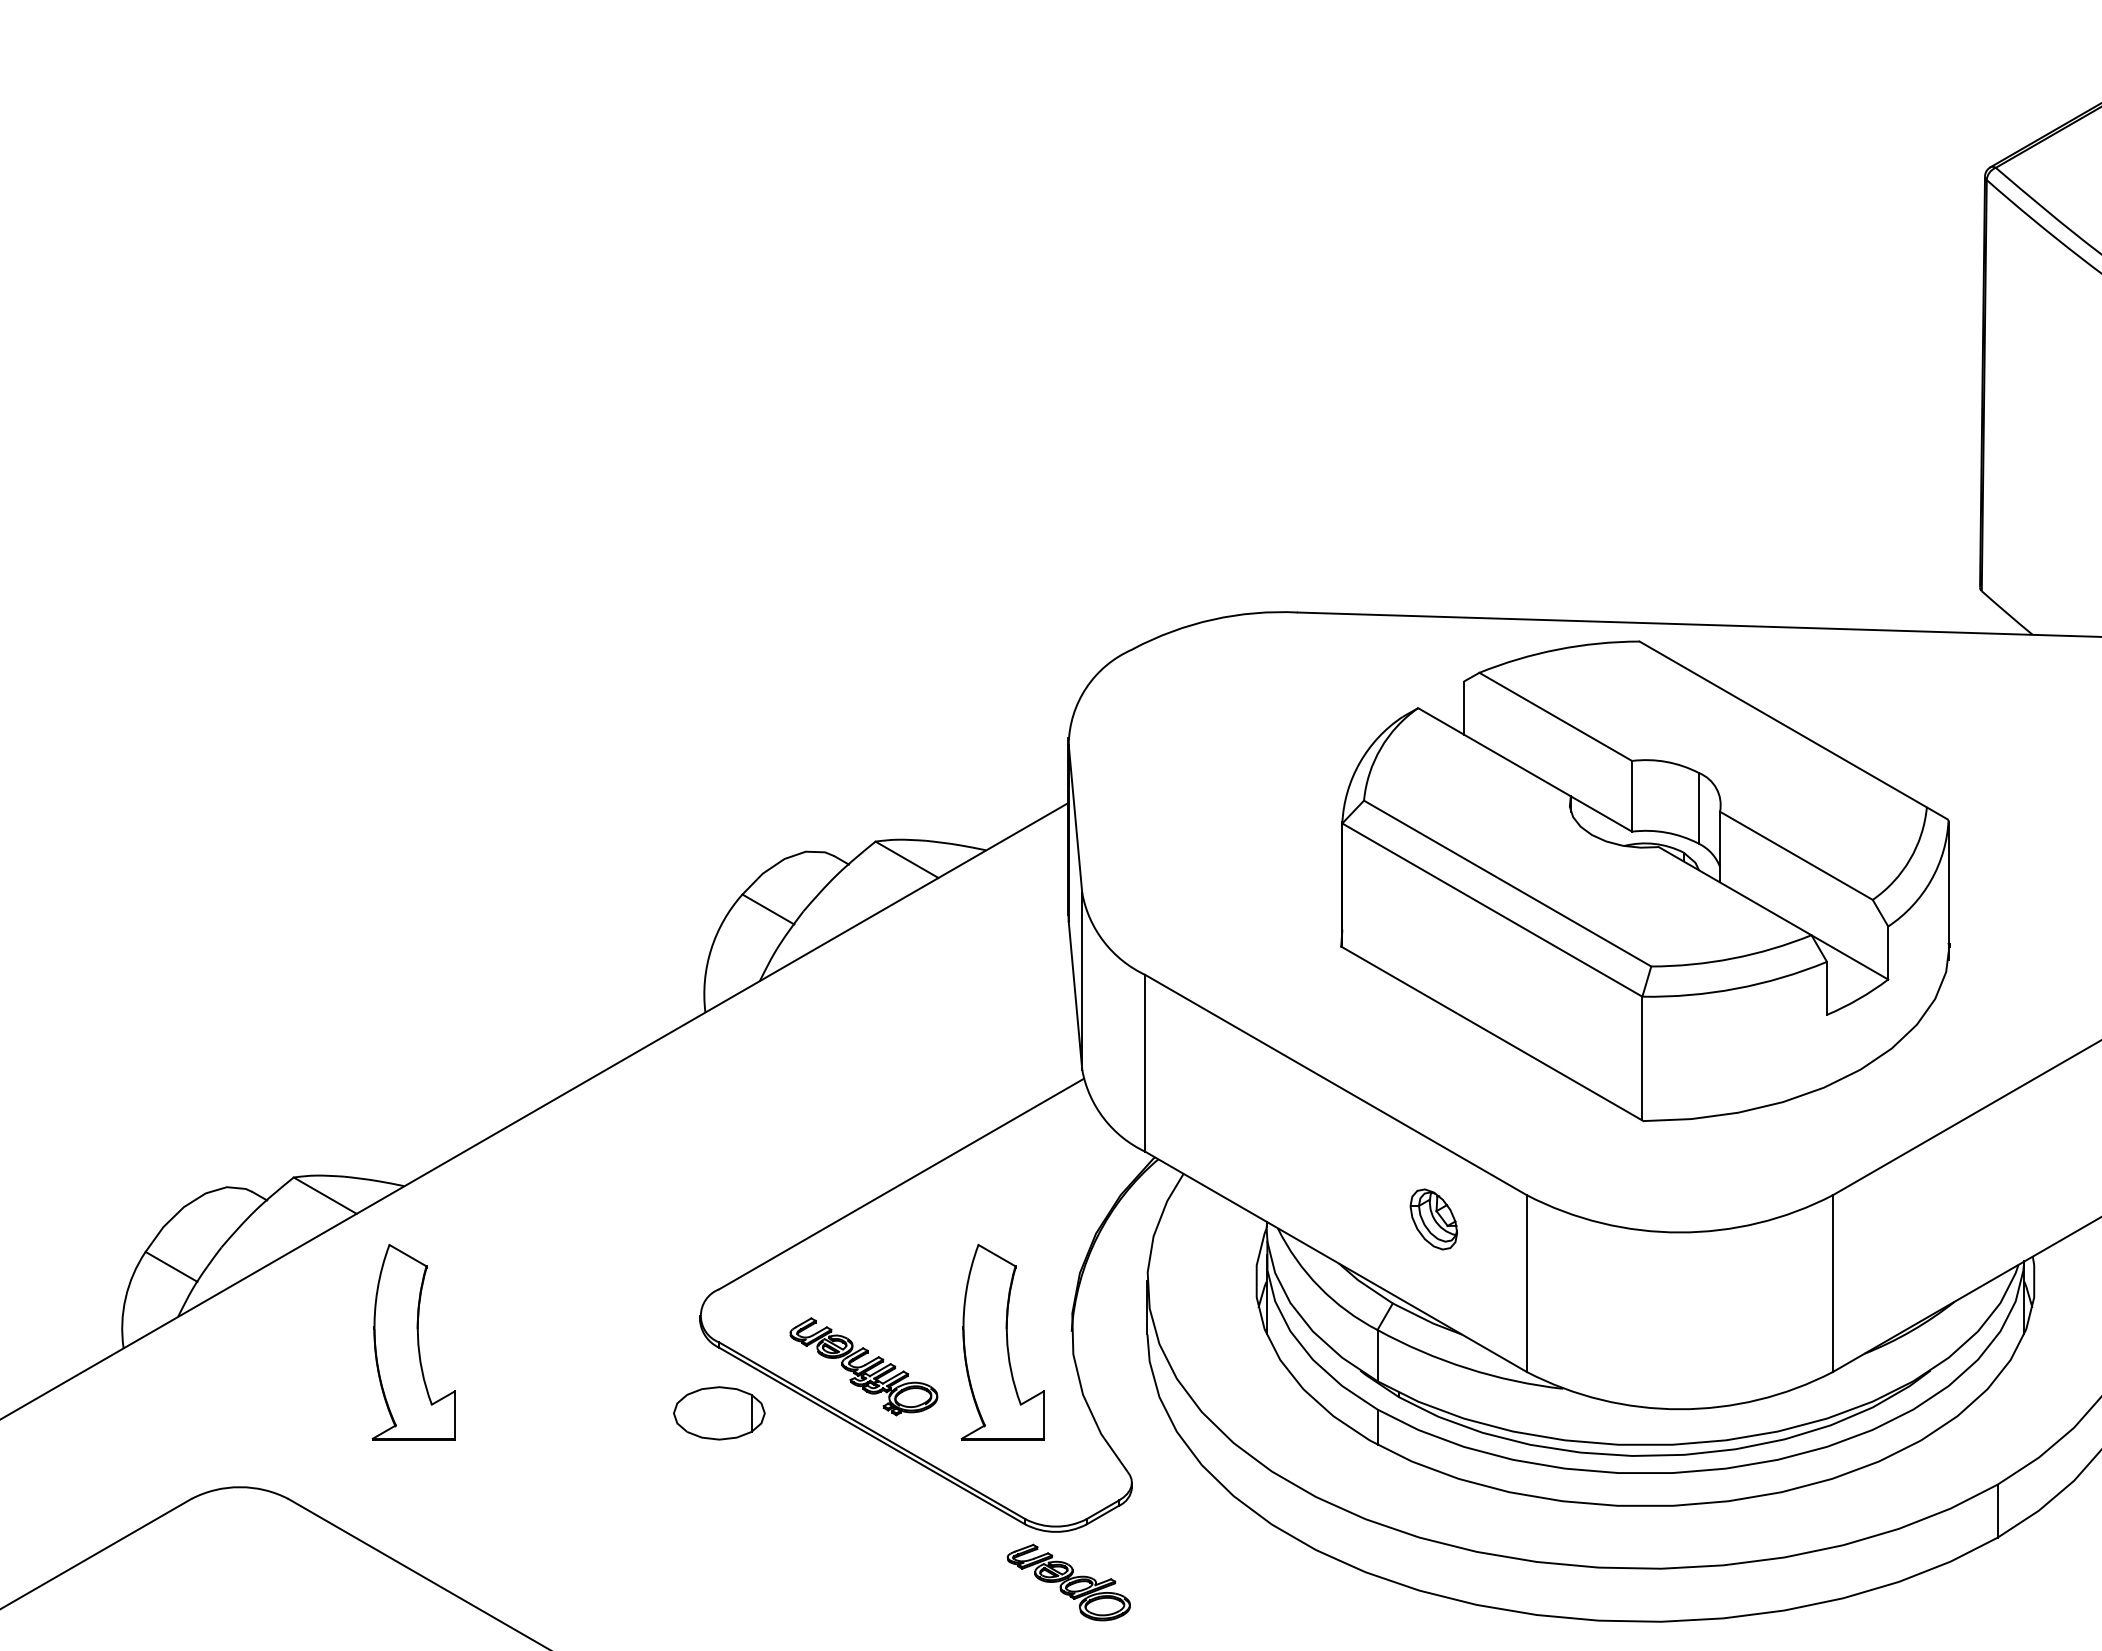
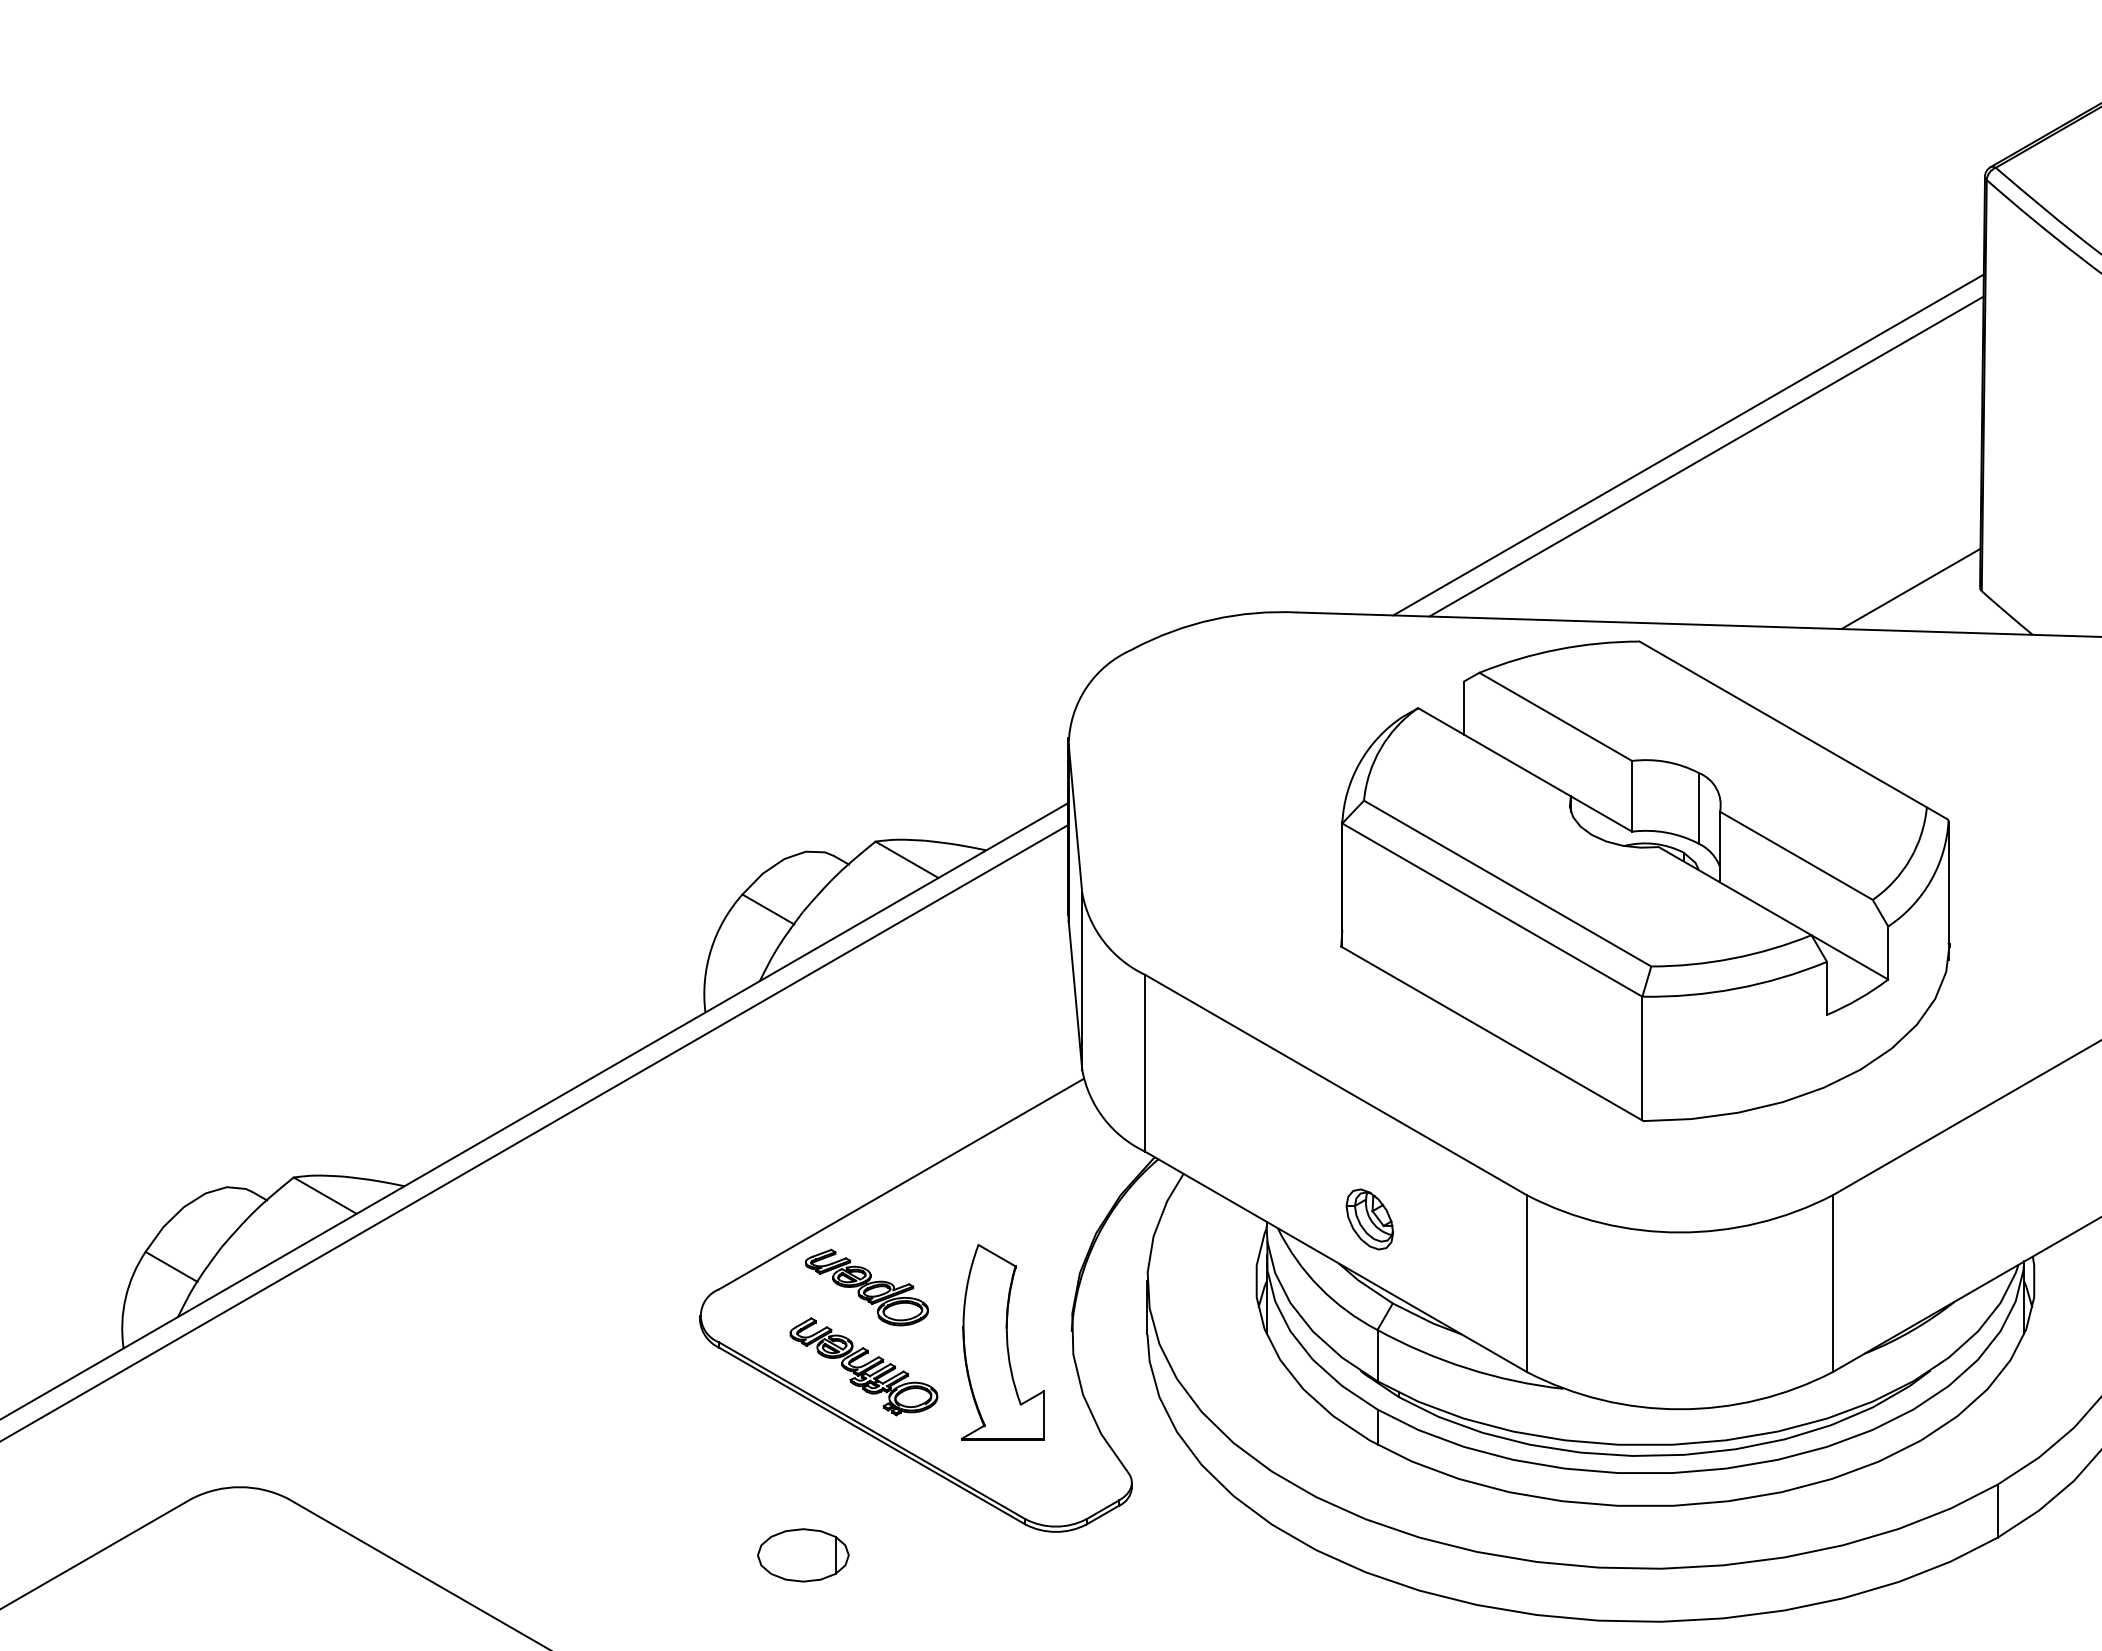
line at (1688, 444): none -> present
line at (1706, 456): none -> present
line at (1910, 588): none -> present
line at (535, 1132): none -> present
part at (1433, 1219) position: (1433, 1219) -> (1369, 1219)
part at (413, 1341): present -> none
part at (719, 1413) position: (719, 1413) -> (803, 1555)
part at (1068, 1582) position: (1068, 1582) -> (866, 1287)
